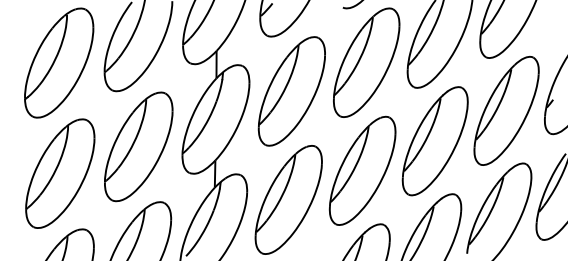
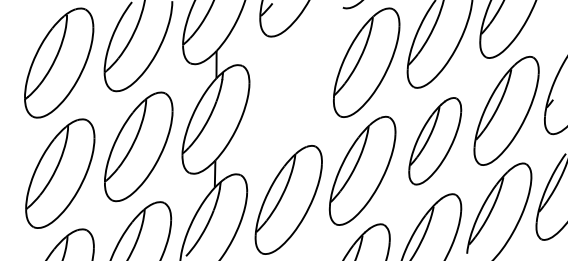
part at (291, 91): present -> none
part at (434, 141) size: 68x111 px -> 55x89 px
